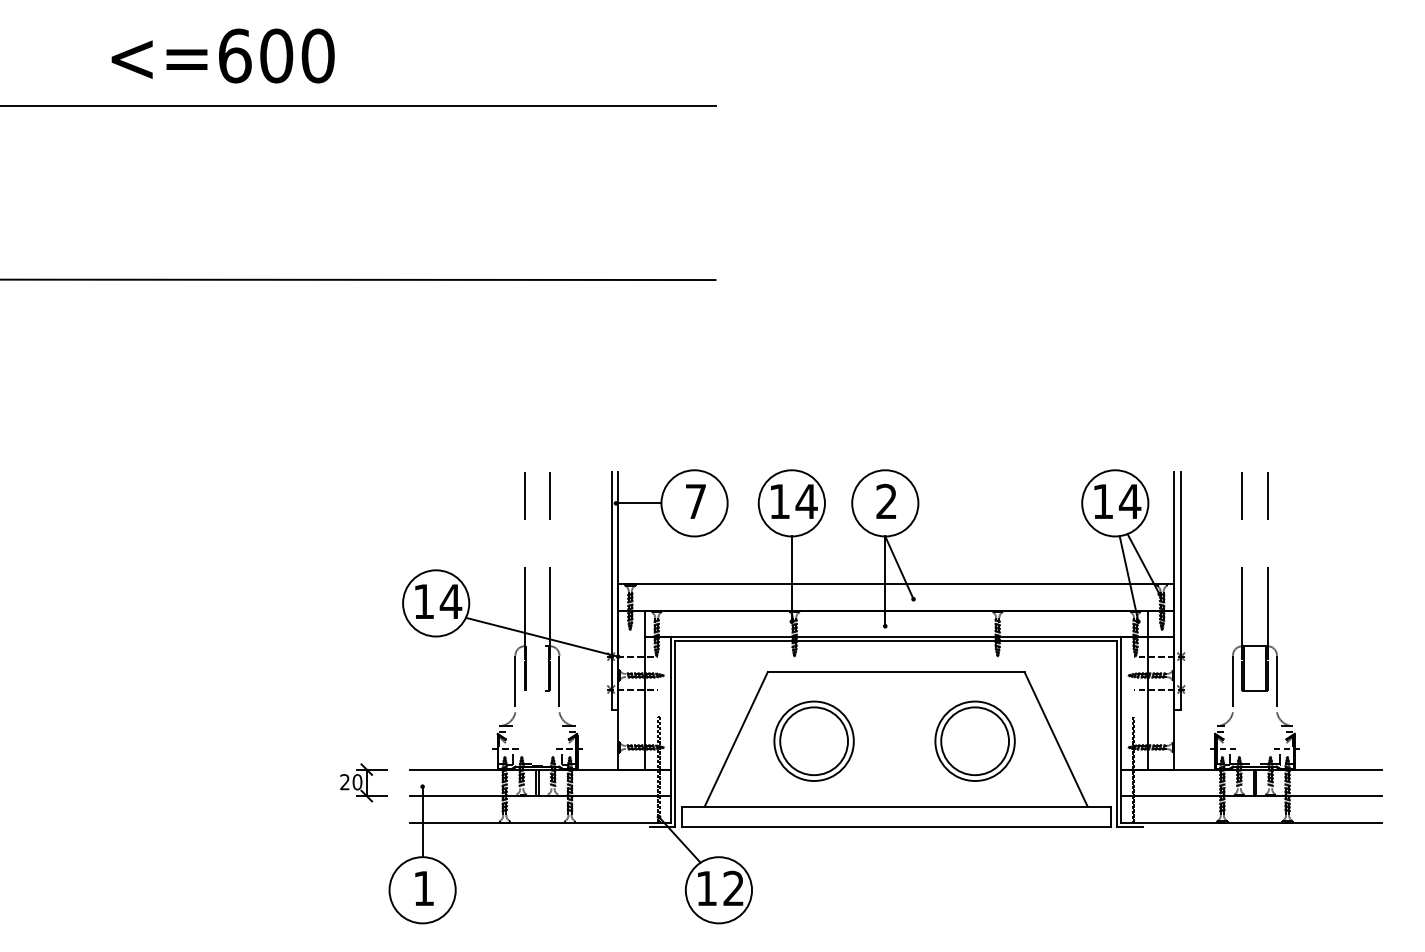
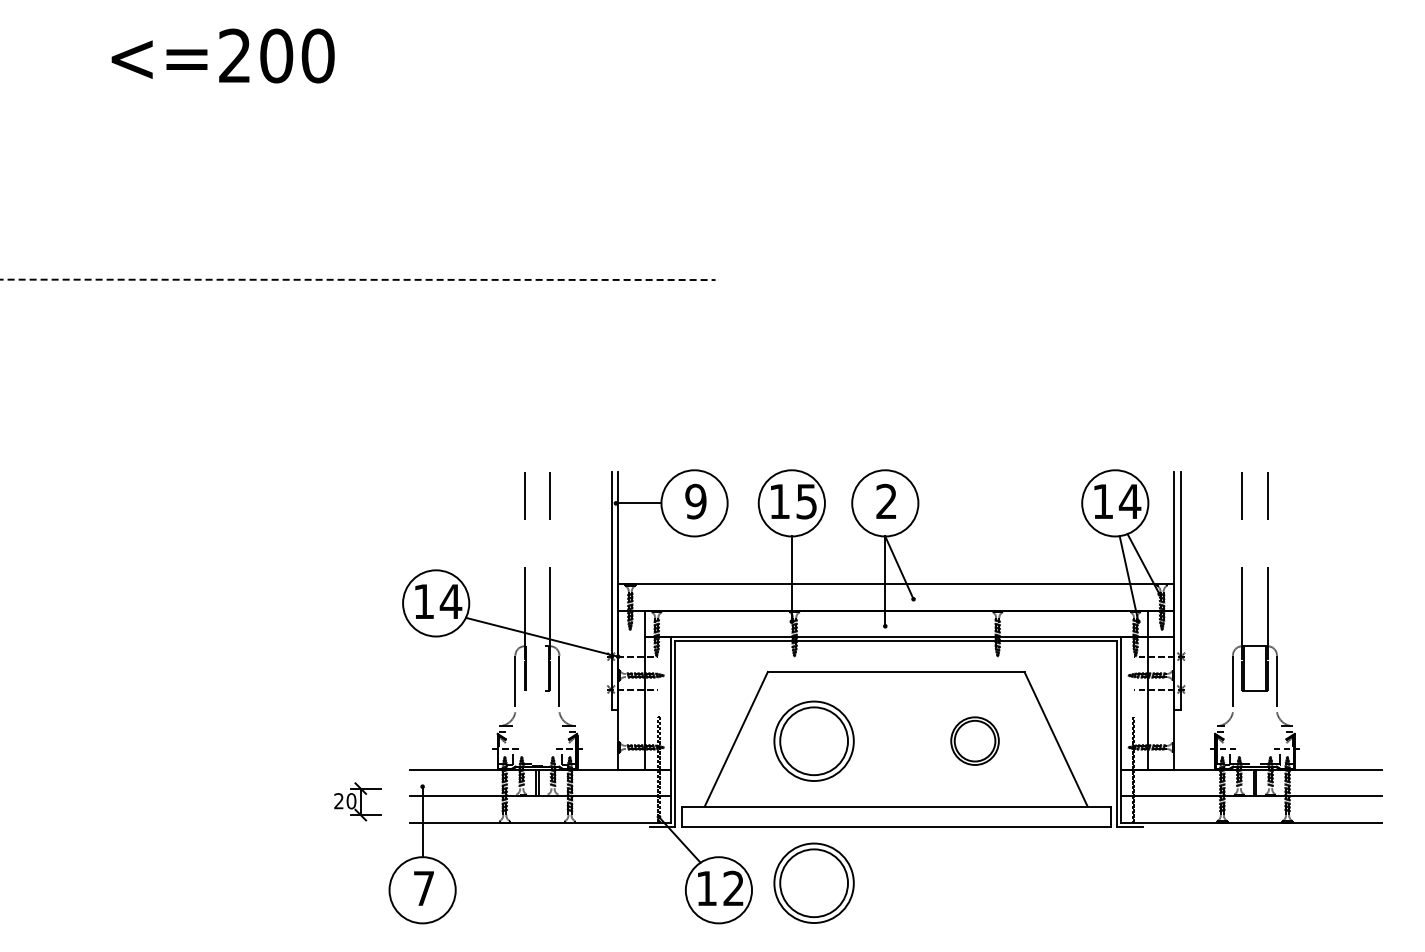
text at (235, 55): <=600 -> <=200
line at (358, 106): present -> none
line at (358, 279): solid -> dashed
text at (695, 501): 7 -> 9
text at (806, 501): 14 -> 15
part at (974, 740) size: 82x82 px -> 50x50 px
part at (363, 782) position: (363, 782) -> (357, 801)
part at (813, 882): none -> present
text at (423, 888): 1 -> 7
